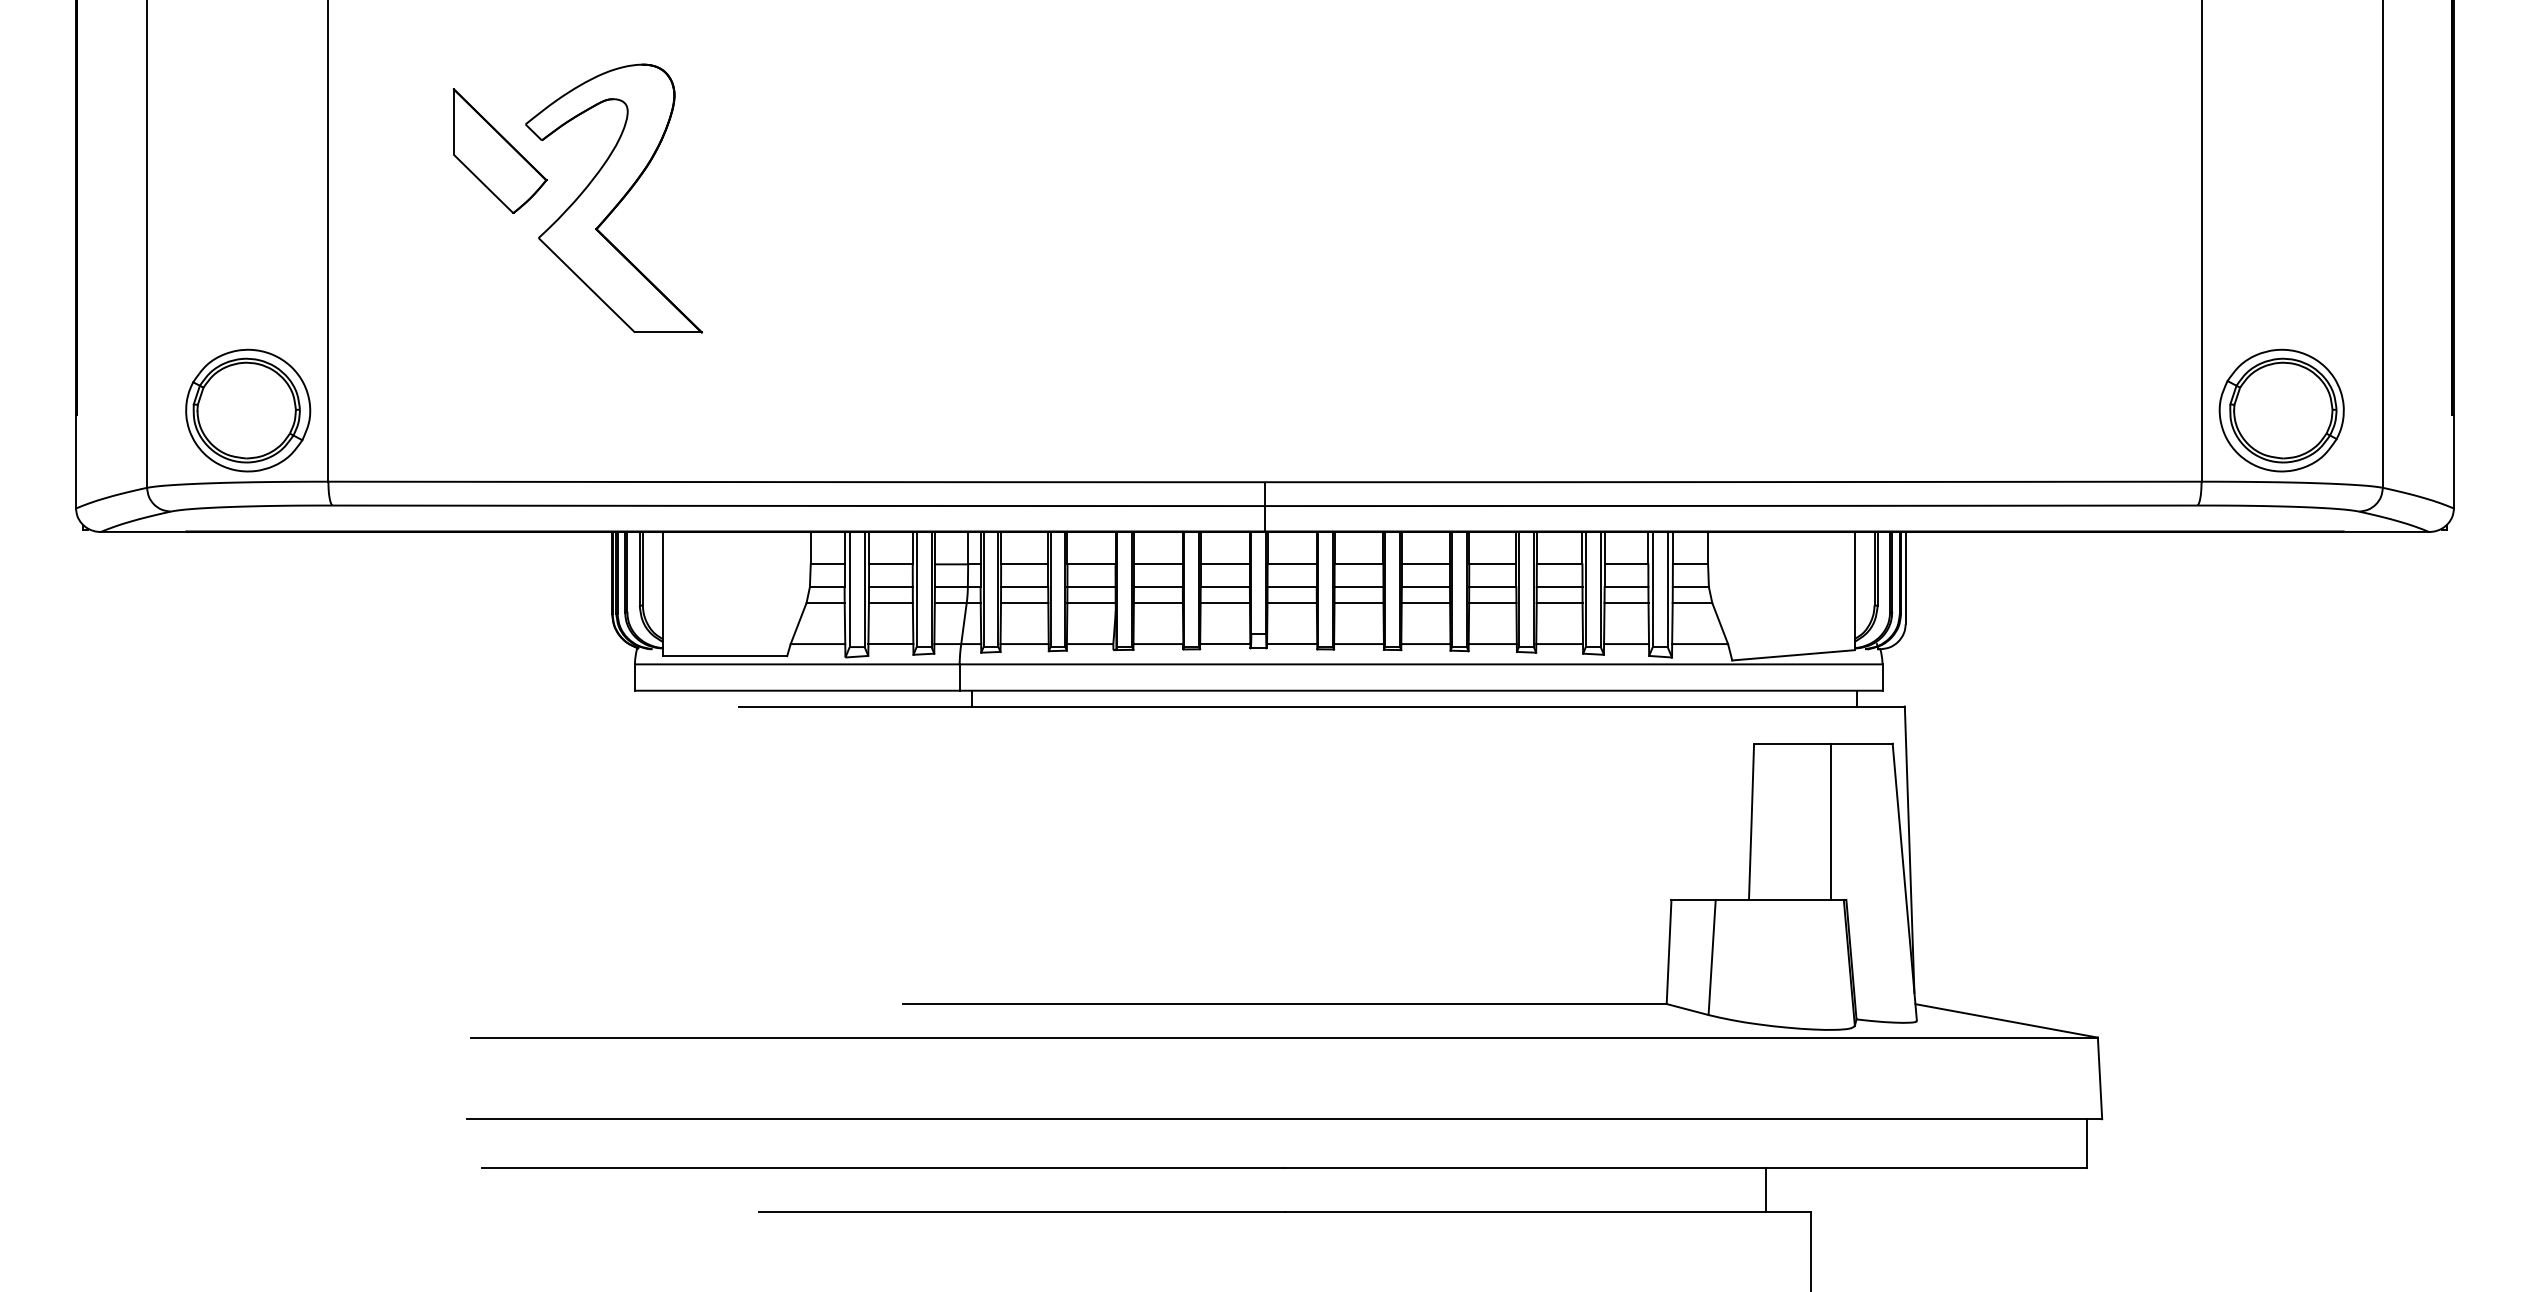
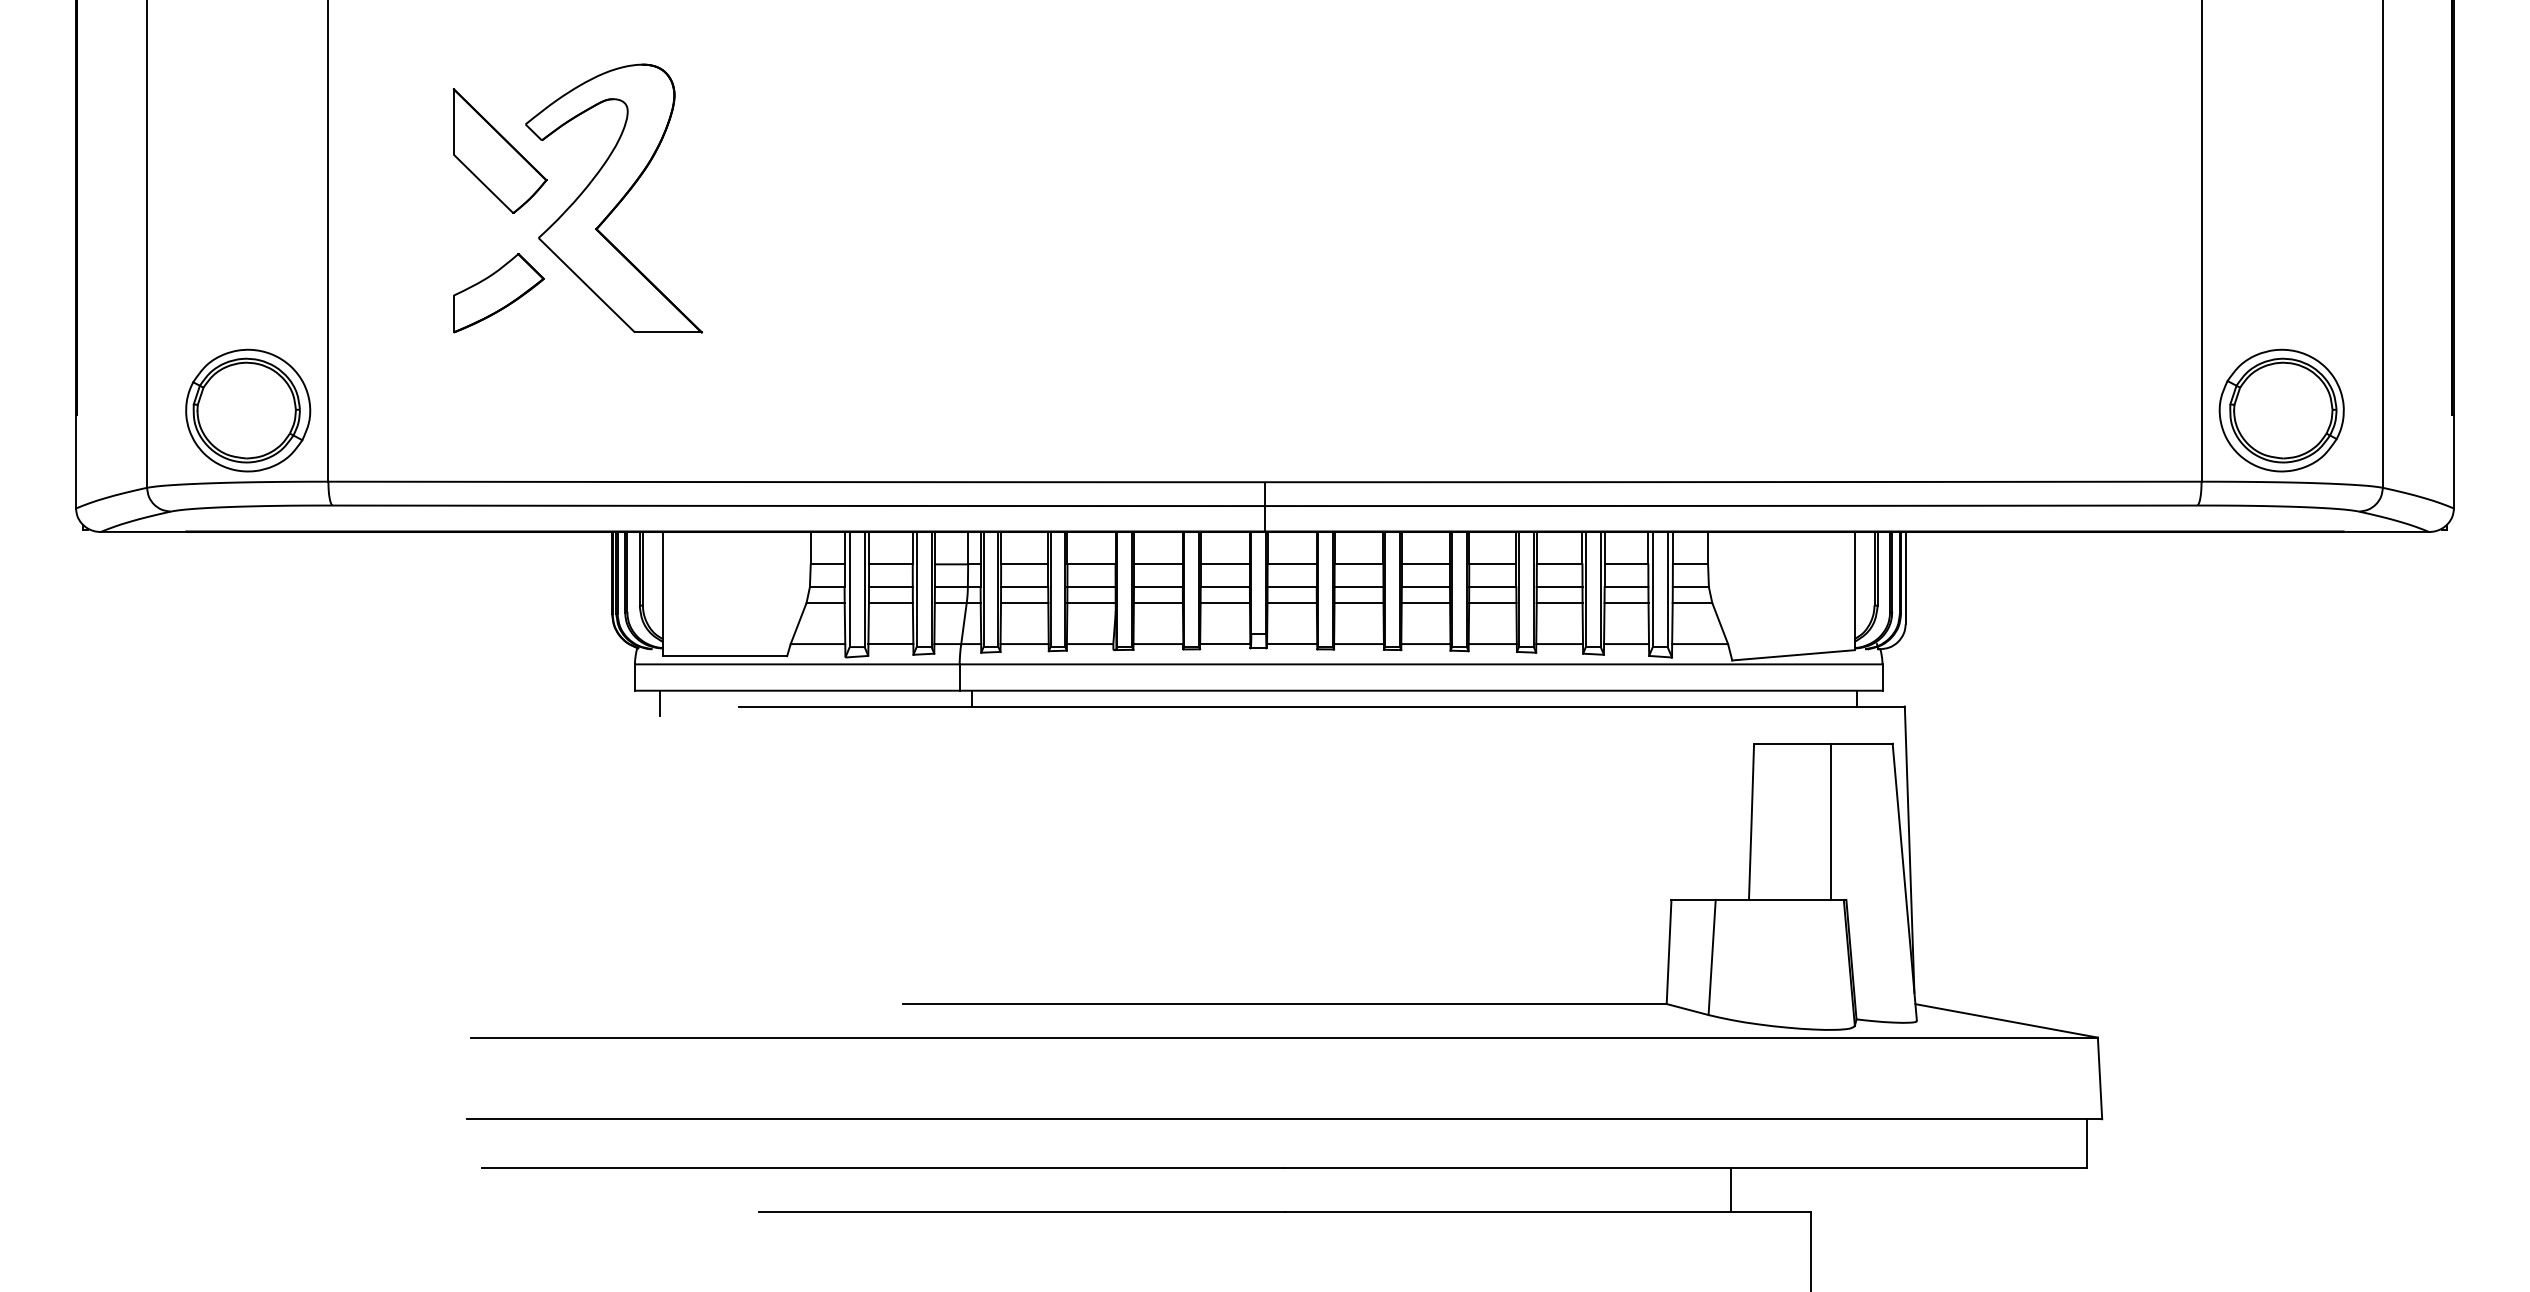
part at (498, 293): none -> present
line at (660, 702): none -> present
line at (1765, 1189) position: (1765, 1189) -> (1730, 1189)
